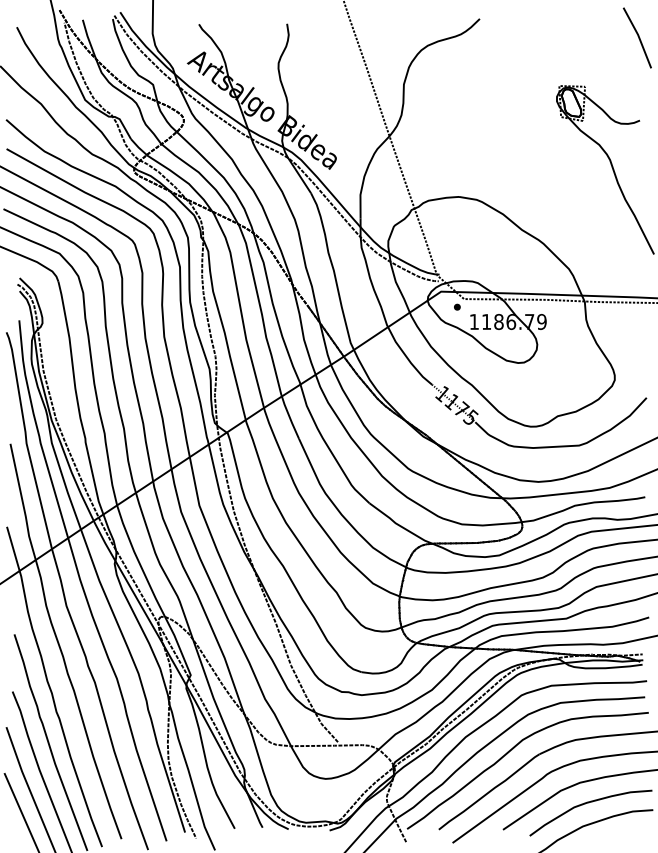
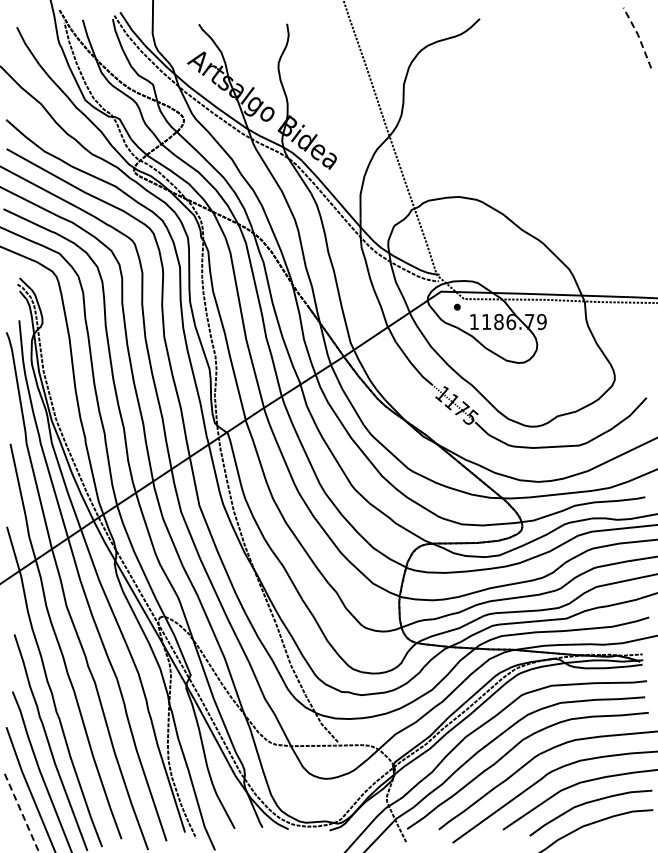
line at (638, 36): solid -> dashed
part at (611, 167): present -> none
line at (21, 812): solid -> dashed
